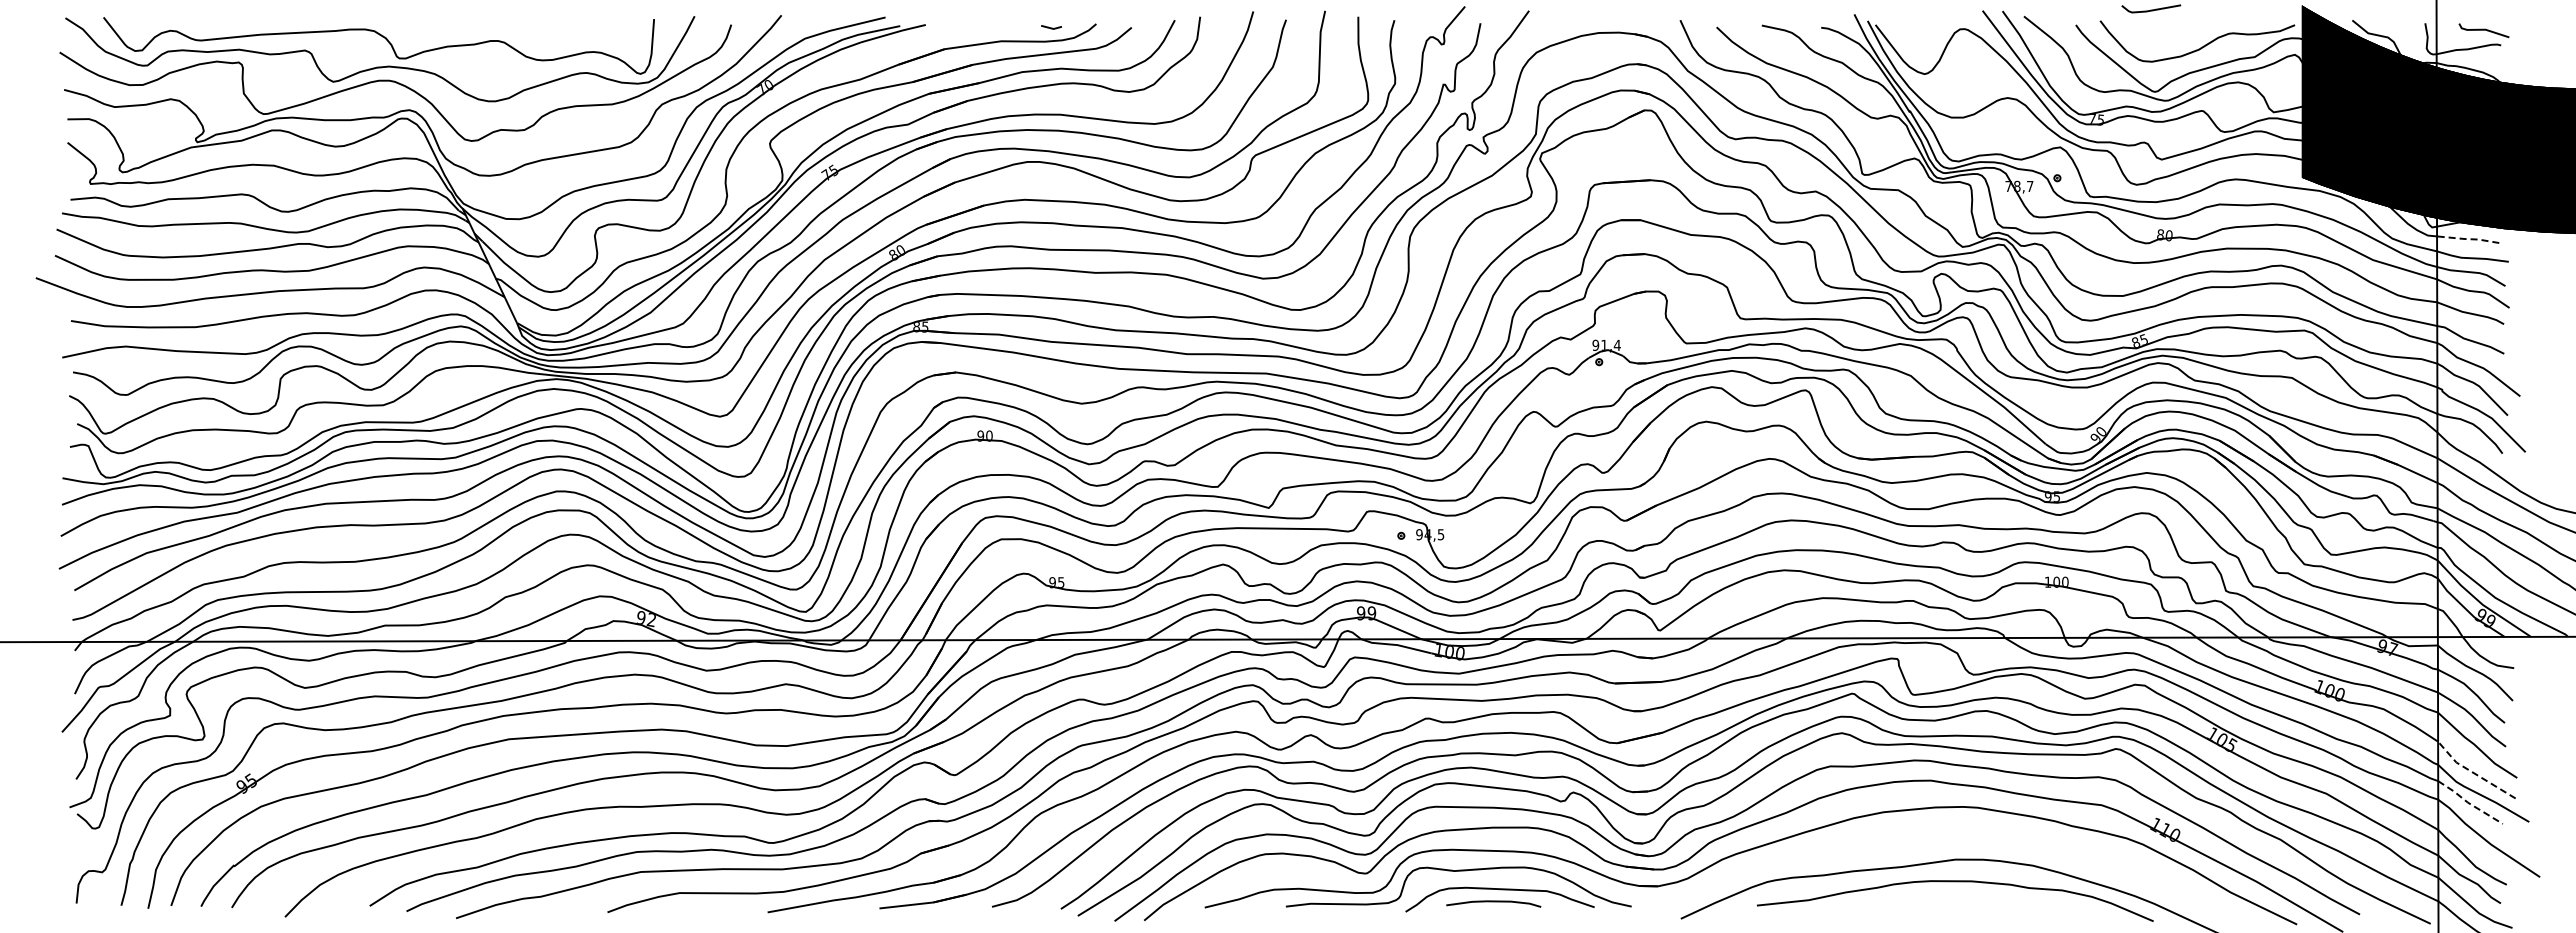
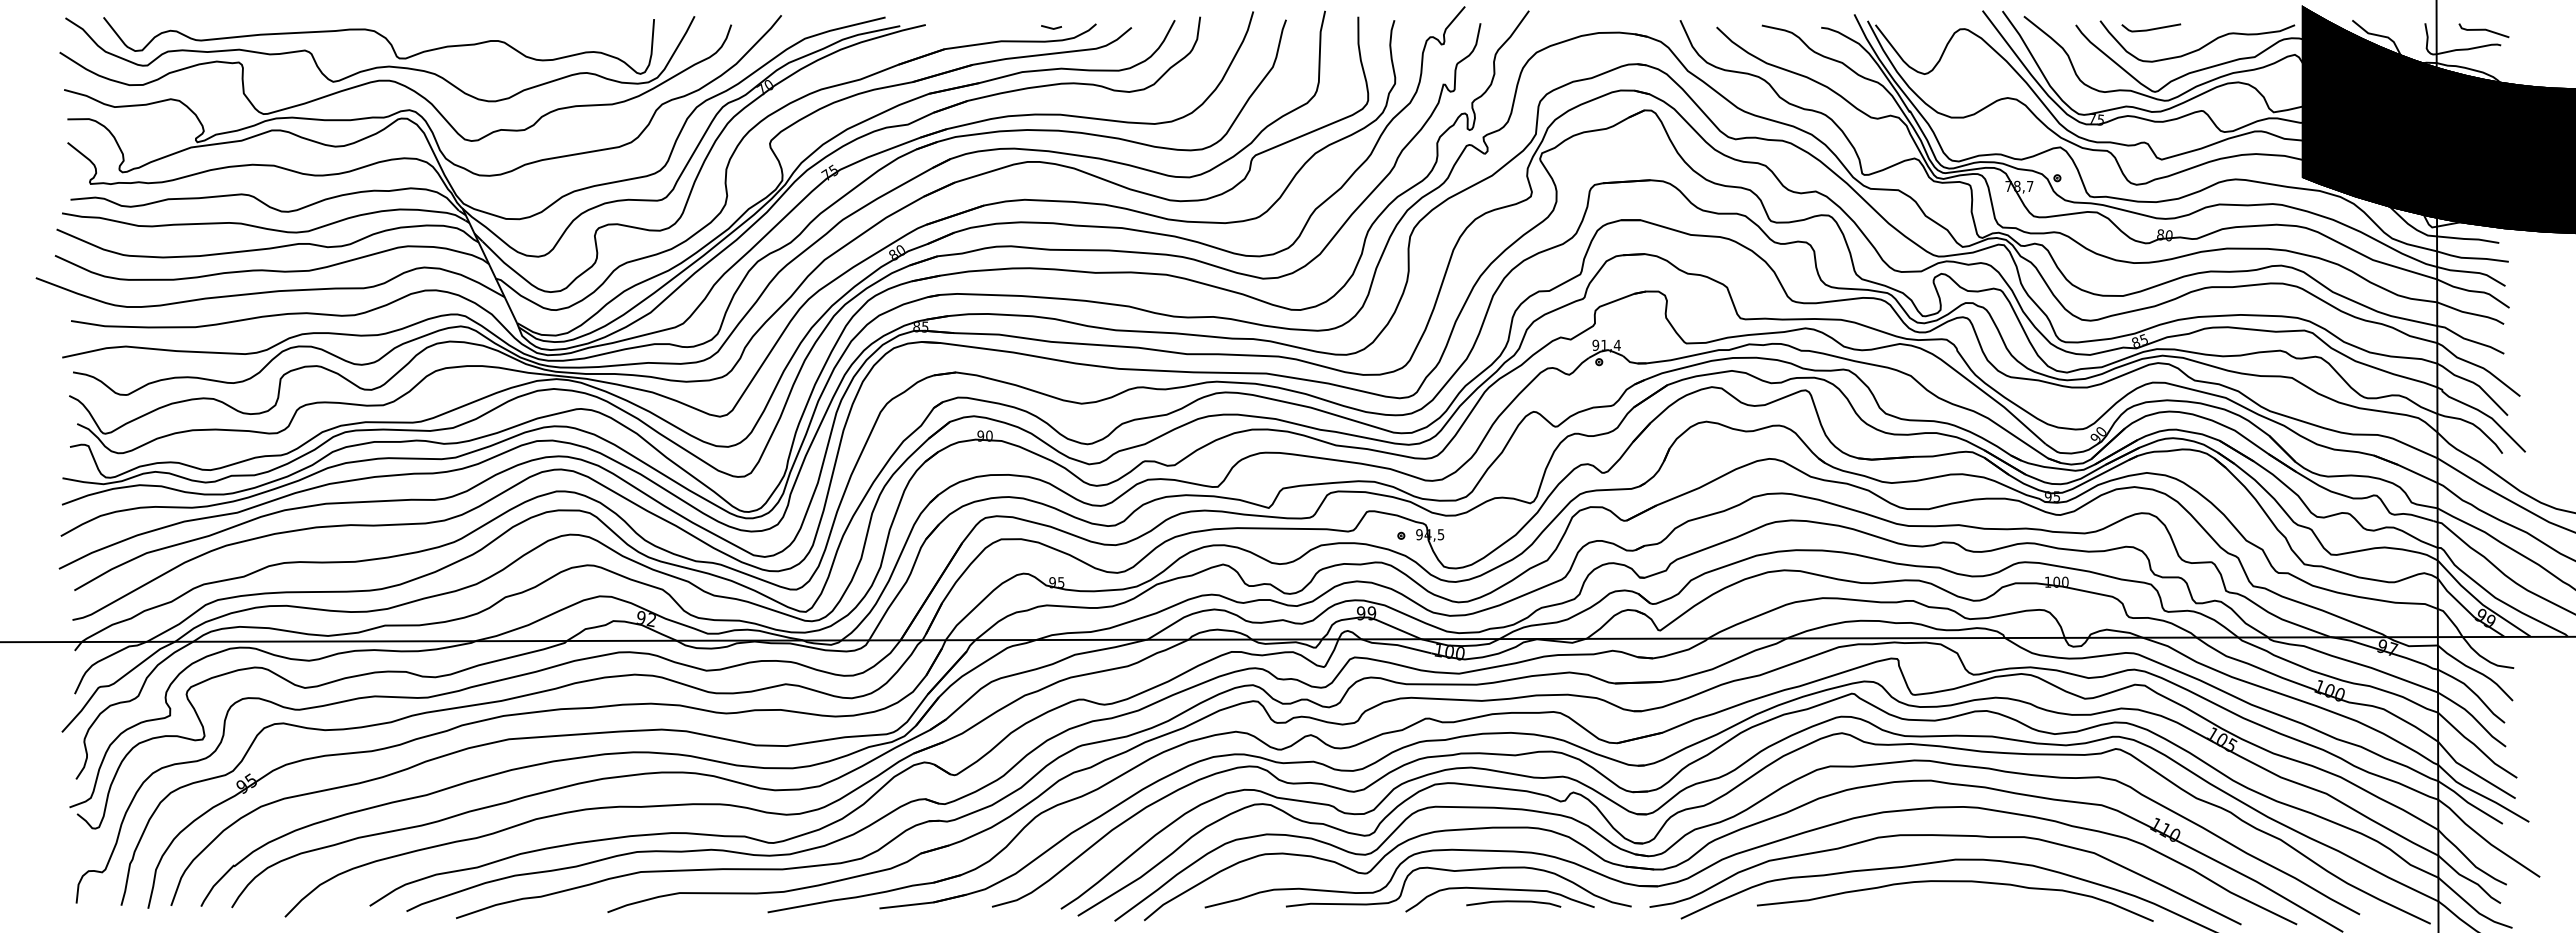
line at (2151, 9) position: (2151, 9) -> (2151, 28)
line at (2467, 239): dashed -> solid
line at (2473, 772): dashed -> solid
line at (2468, 803): dashed -> solid
curve at (1945, 836): none -> present
curve at (1493, 902) position: (1493, 902) -> (1513, 902)
